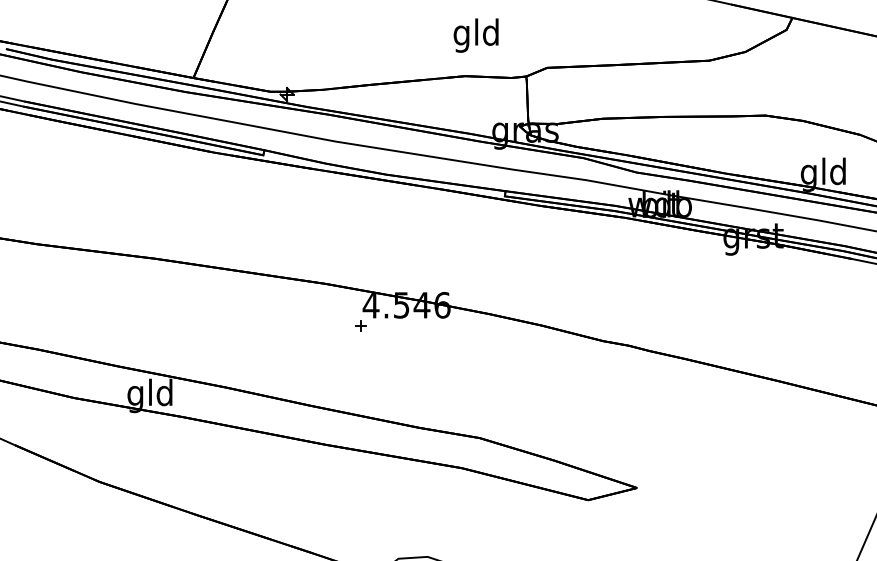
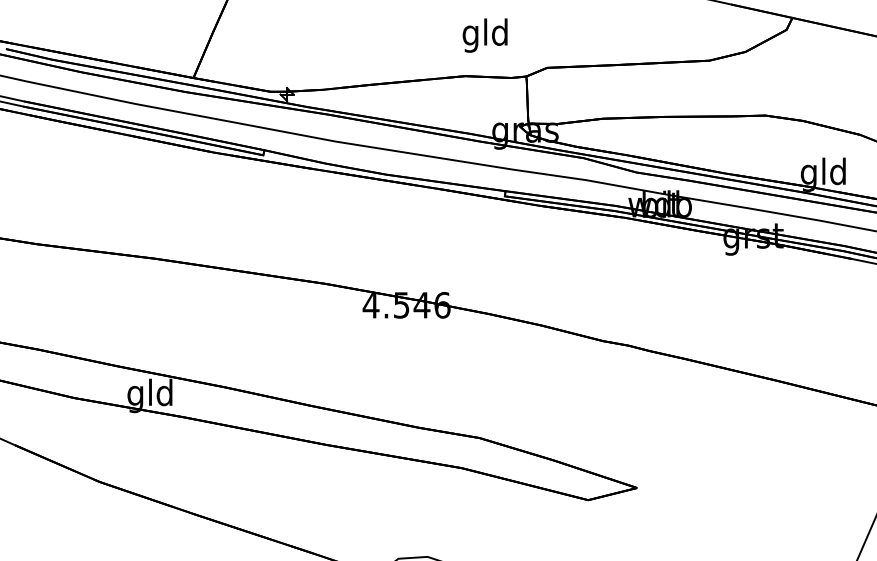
text at (475, 35) position: (475, 35) -> (484, 35)
part at (360, 325): present -> none
